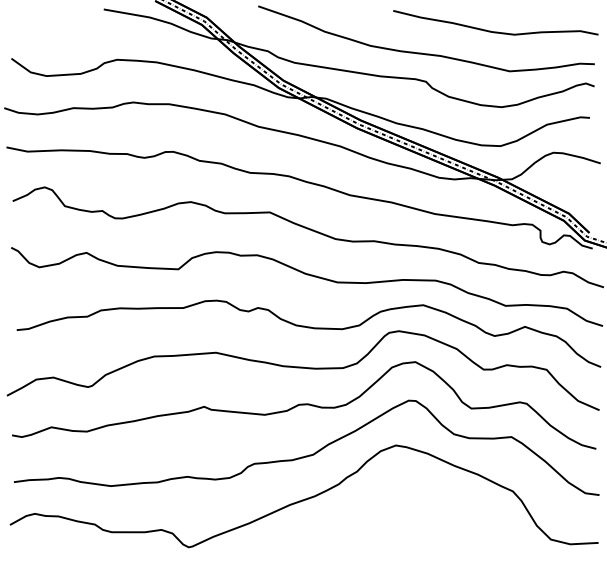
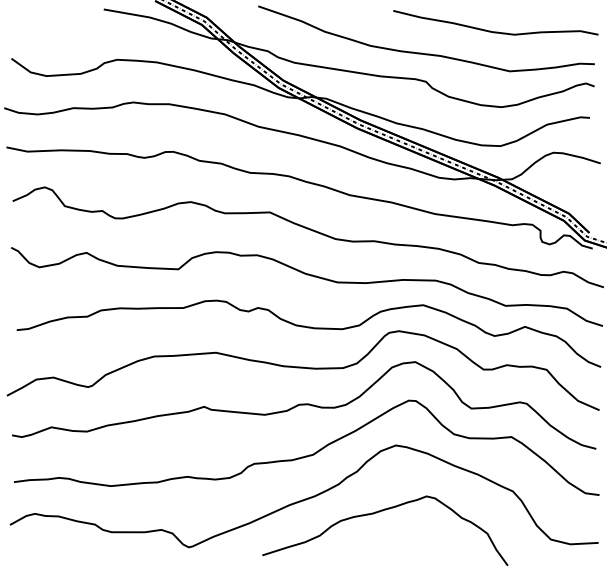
curve at (379, 512): none -> present
